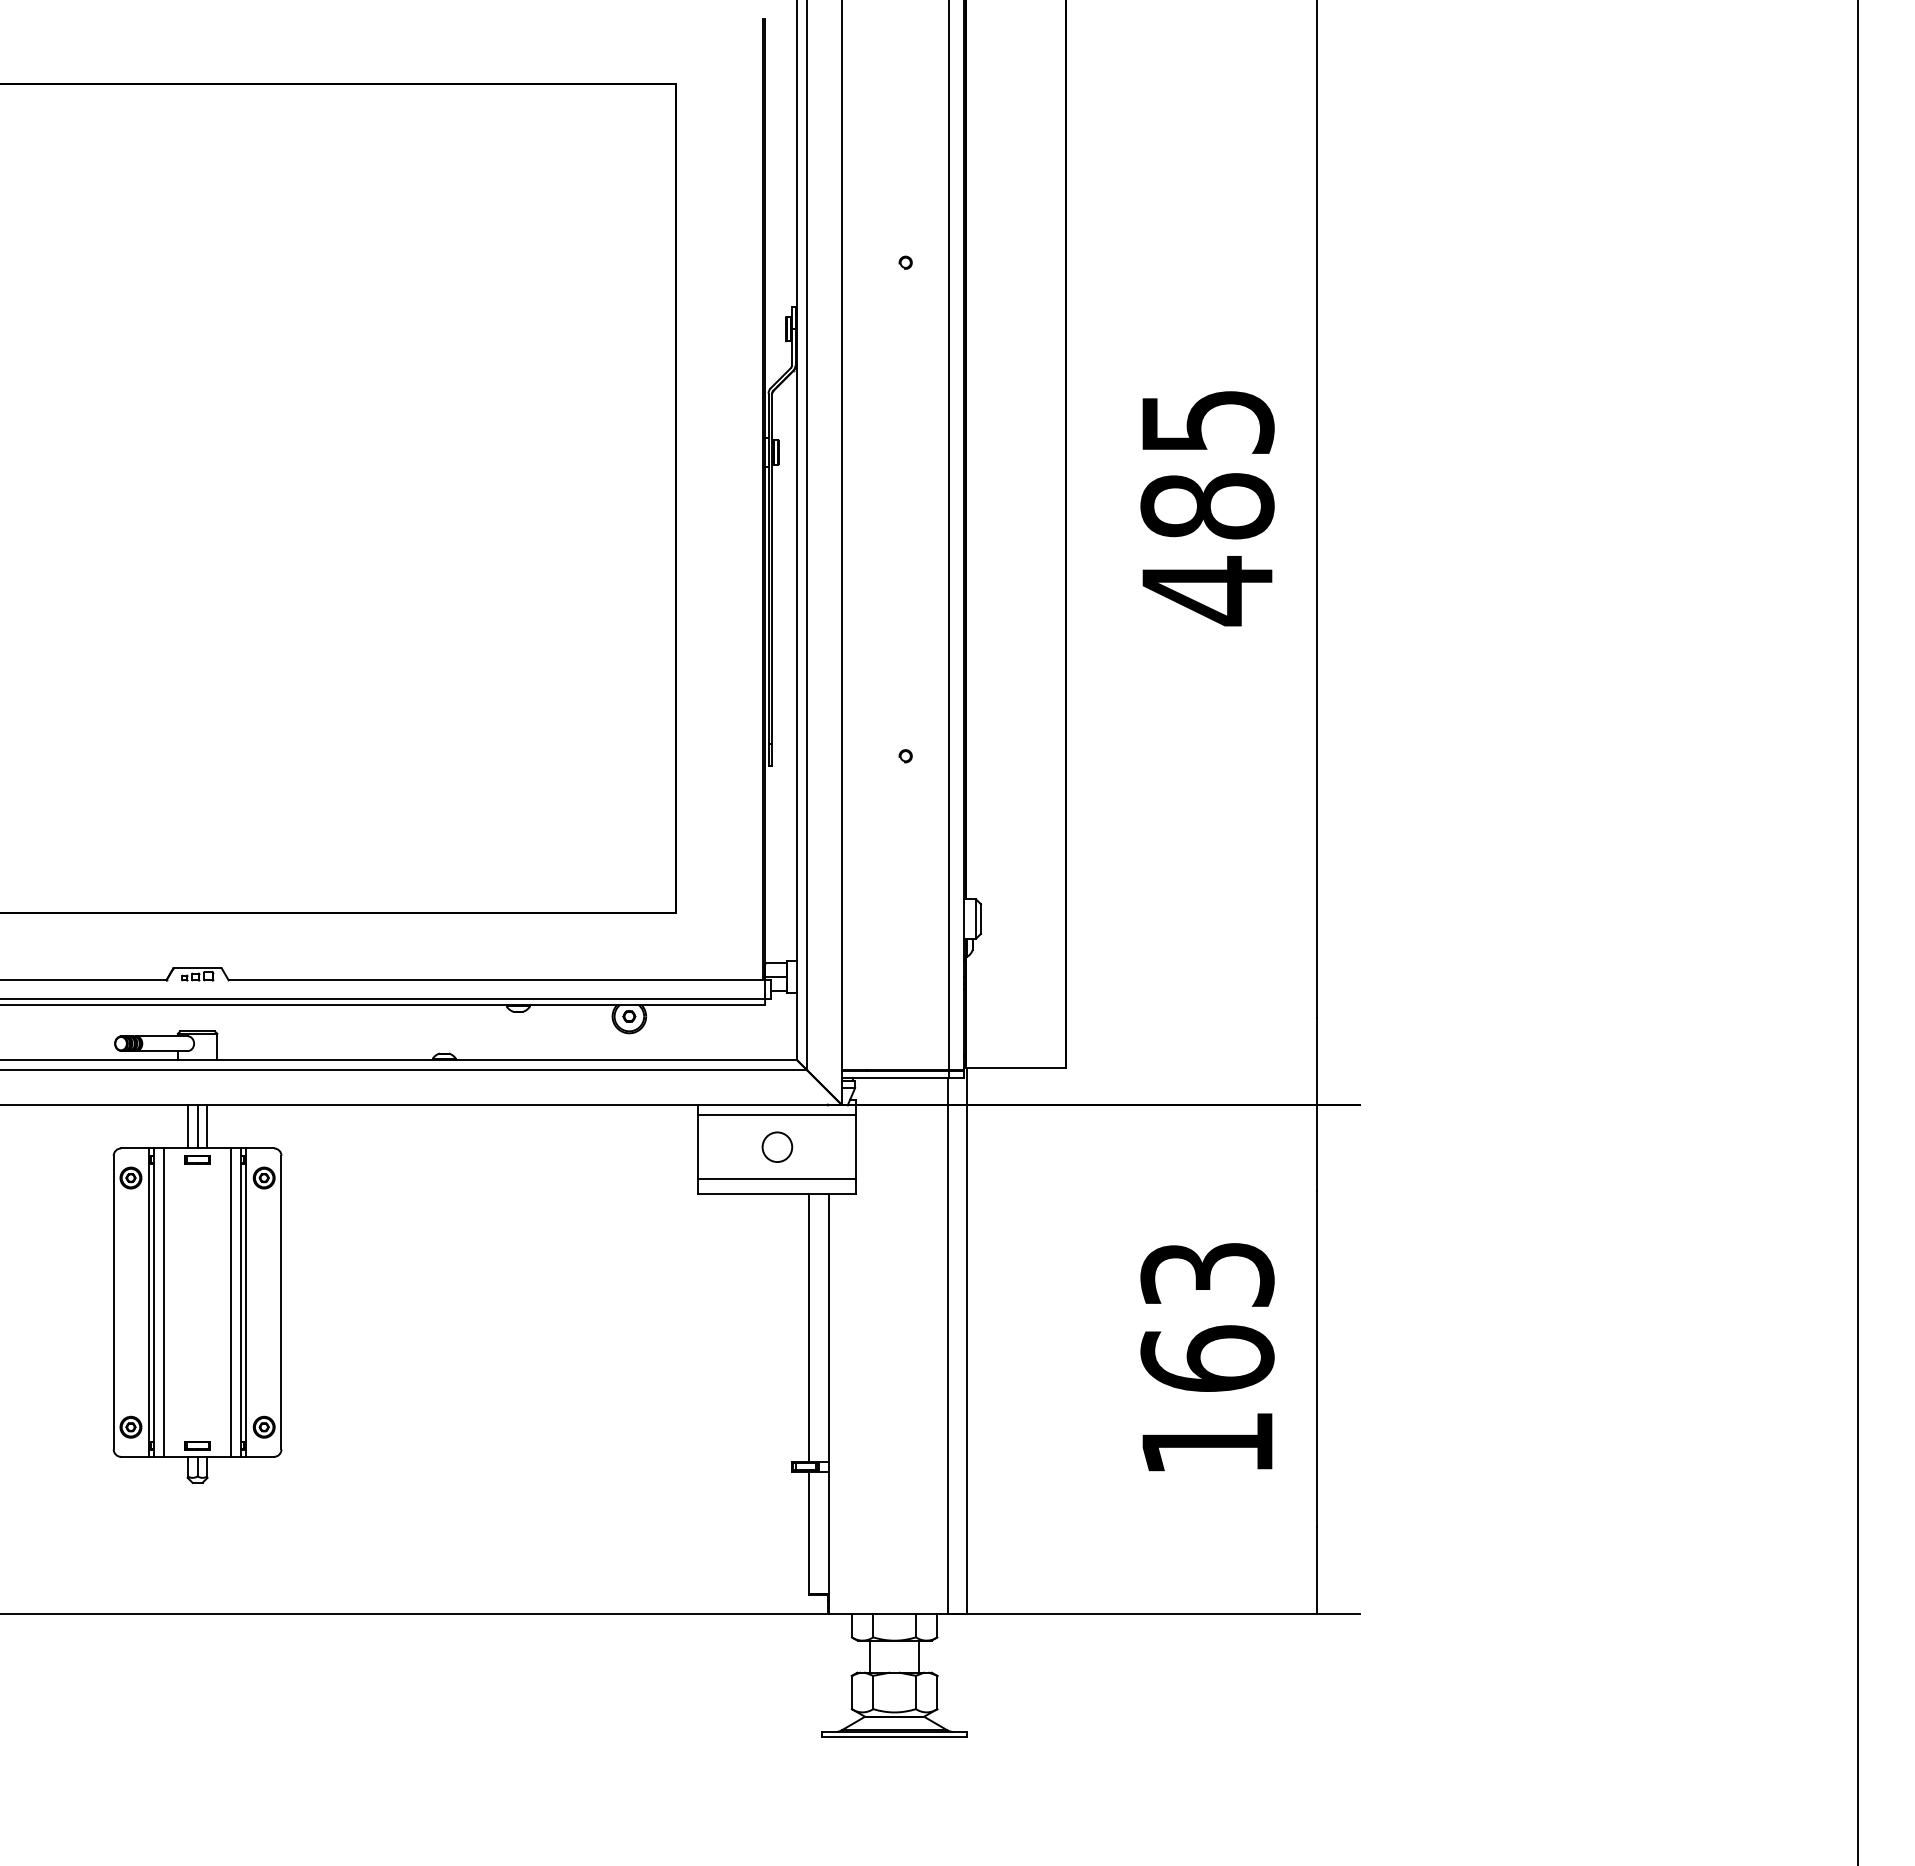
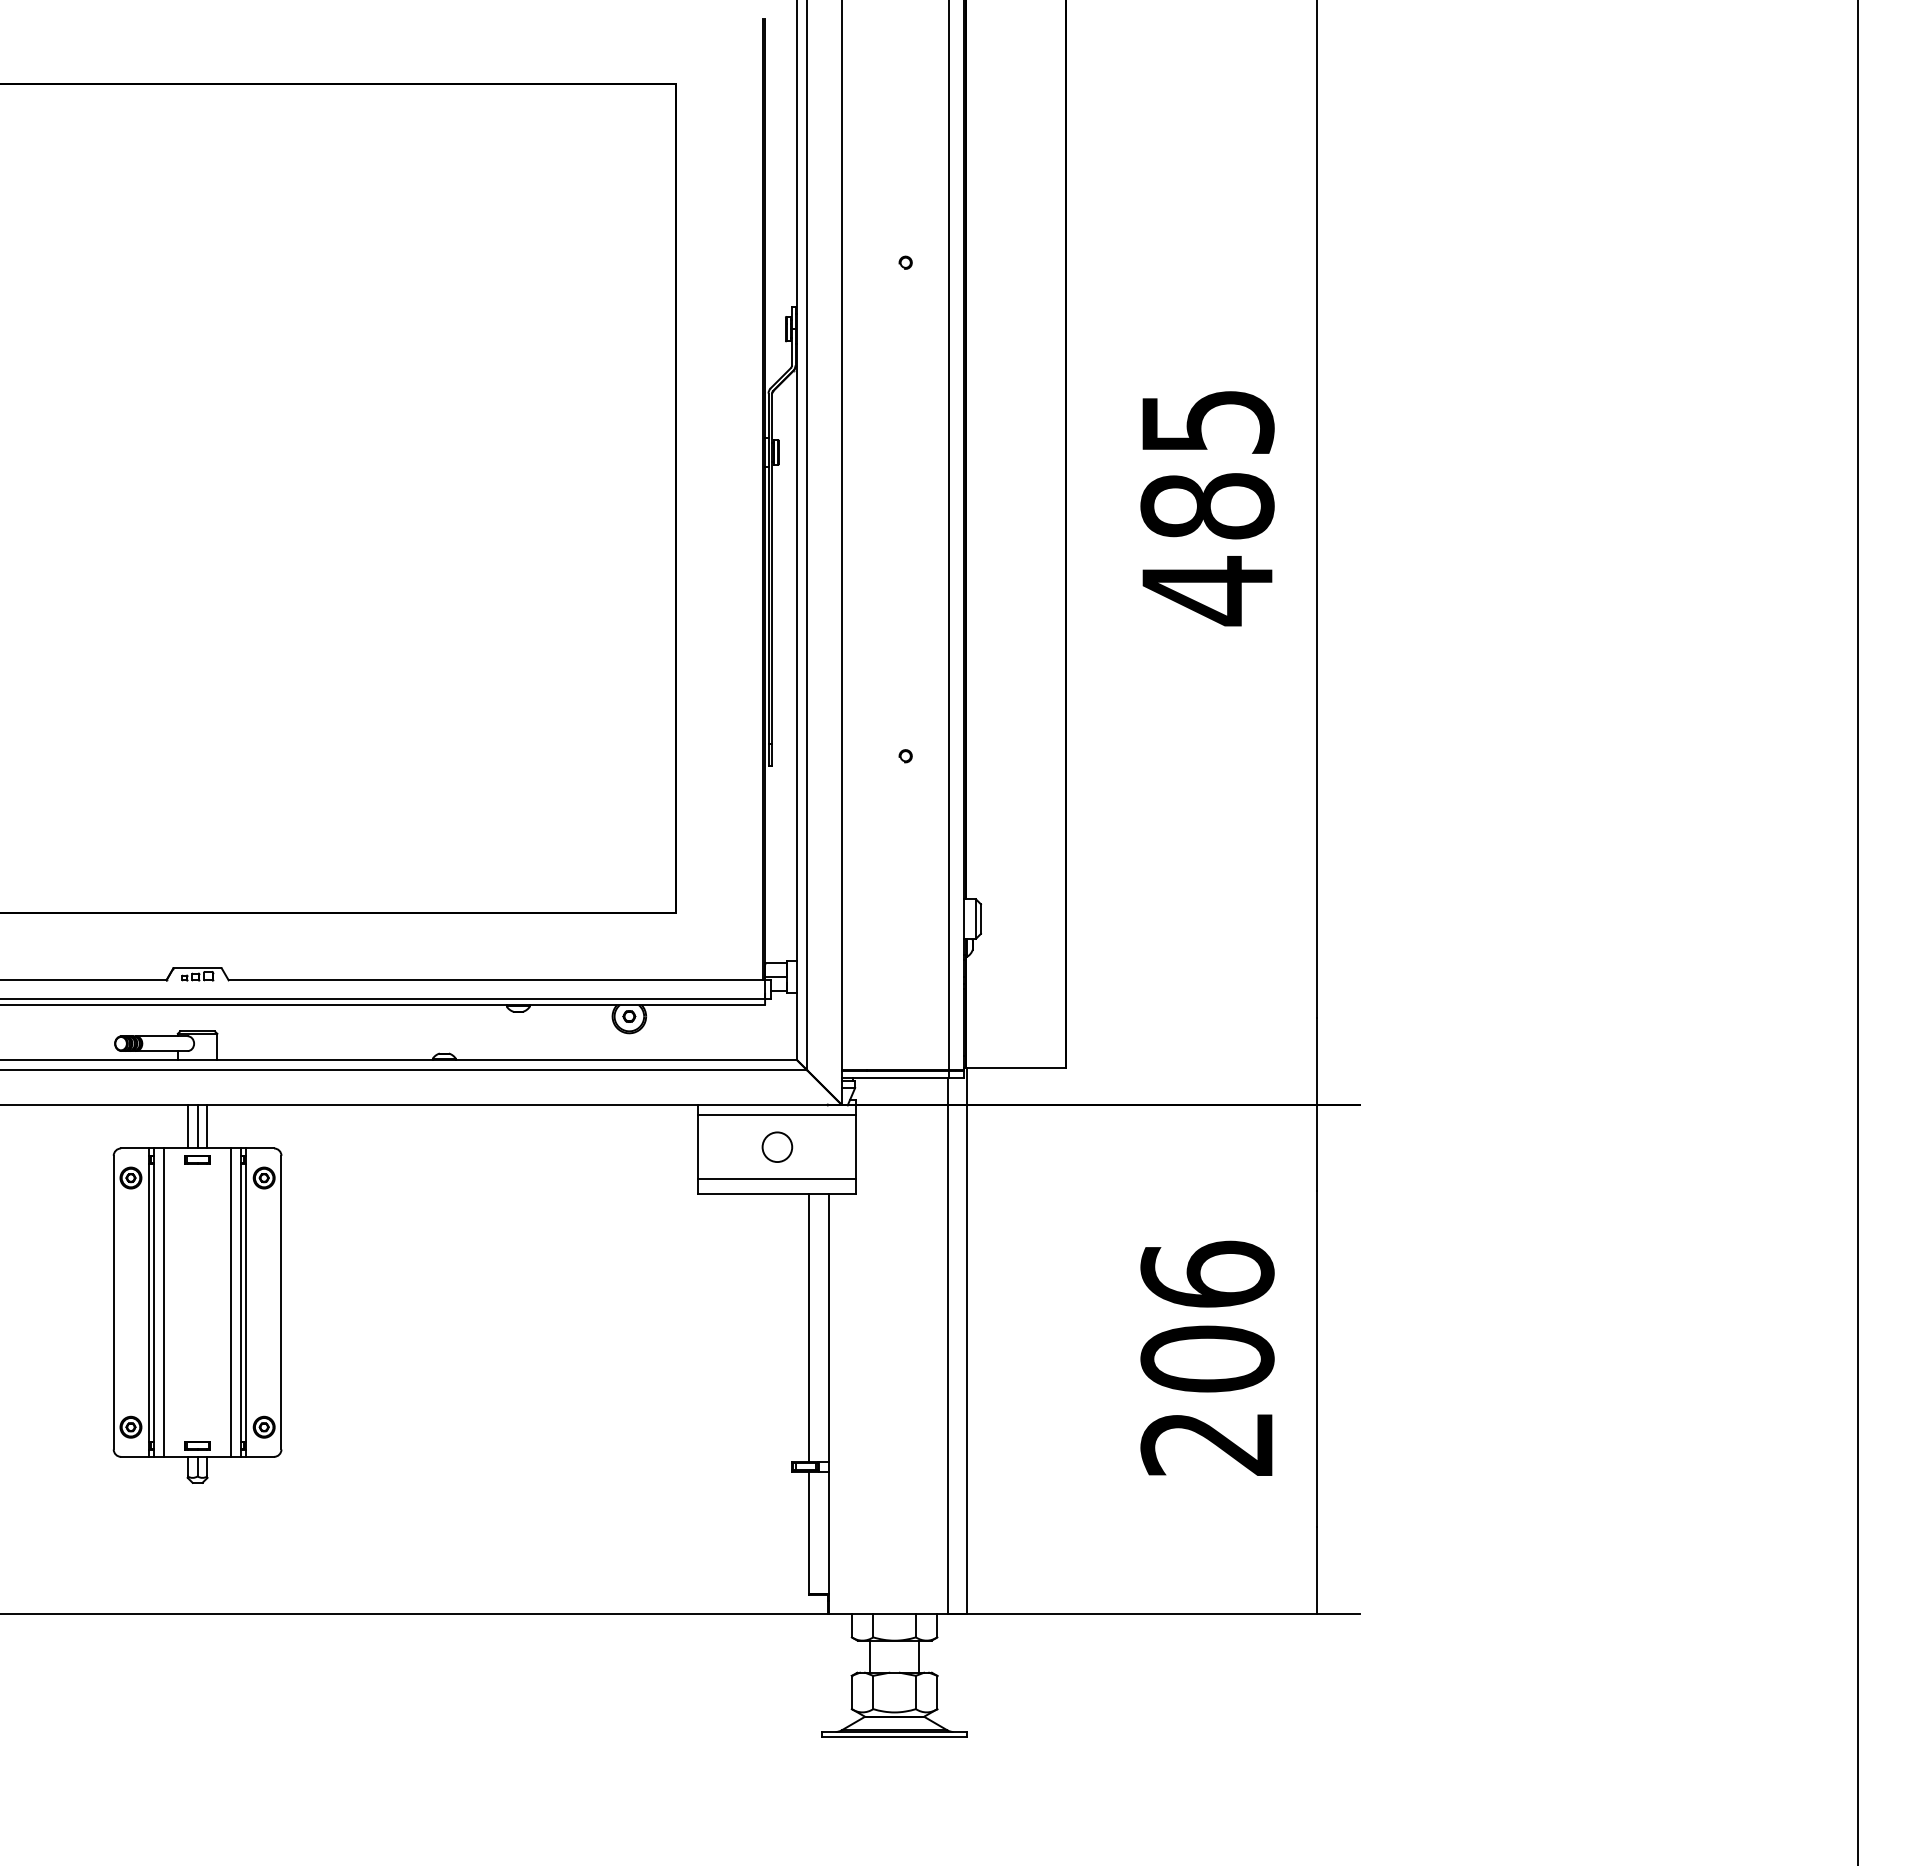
text at (1207, 1357): 163 -> 206
